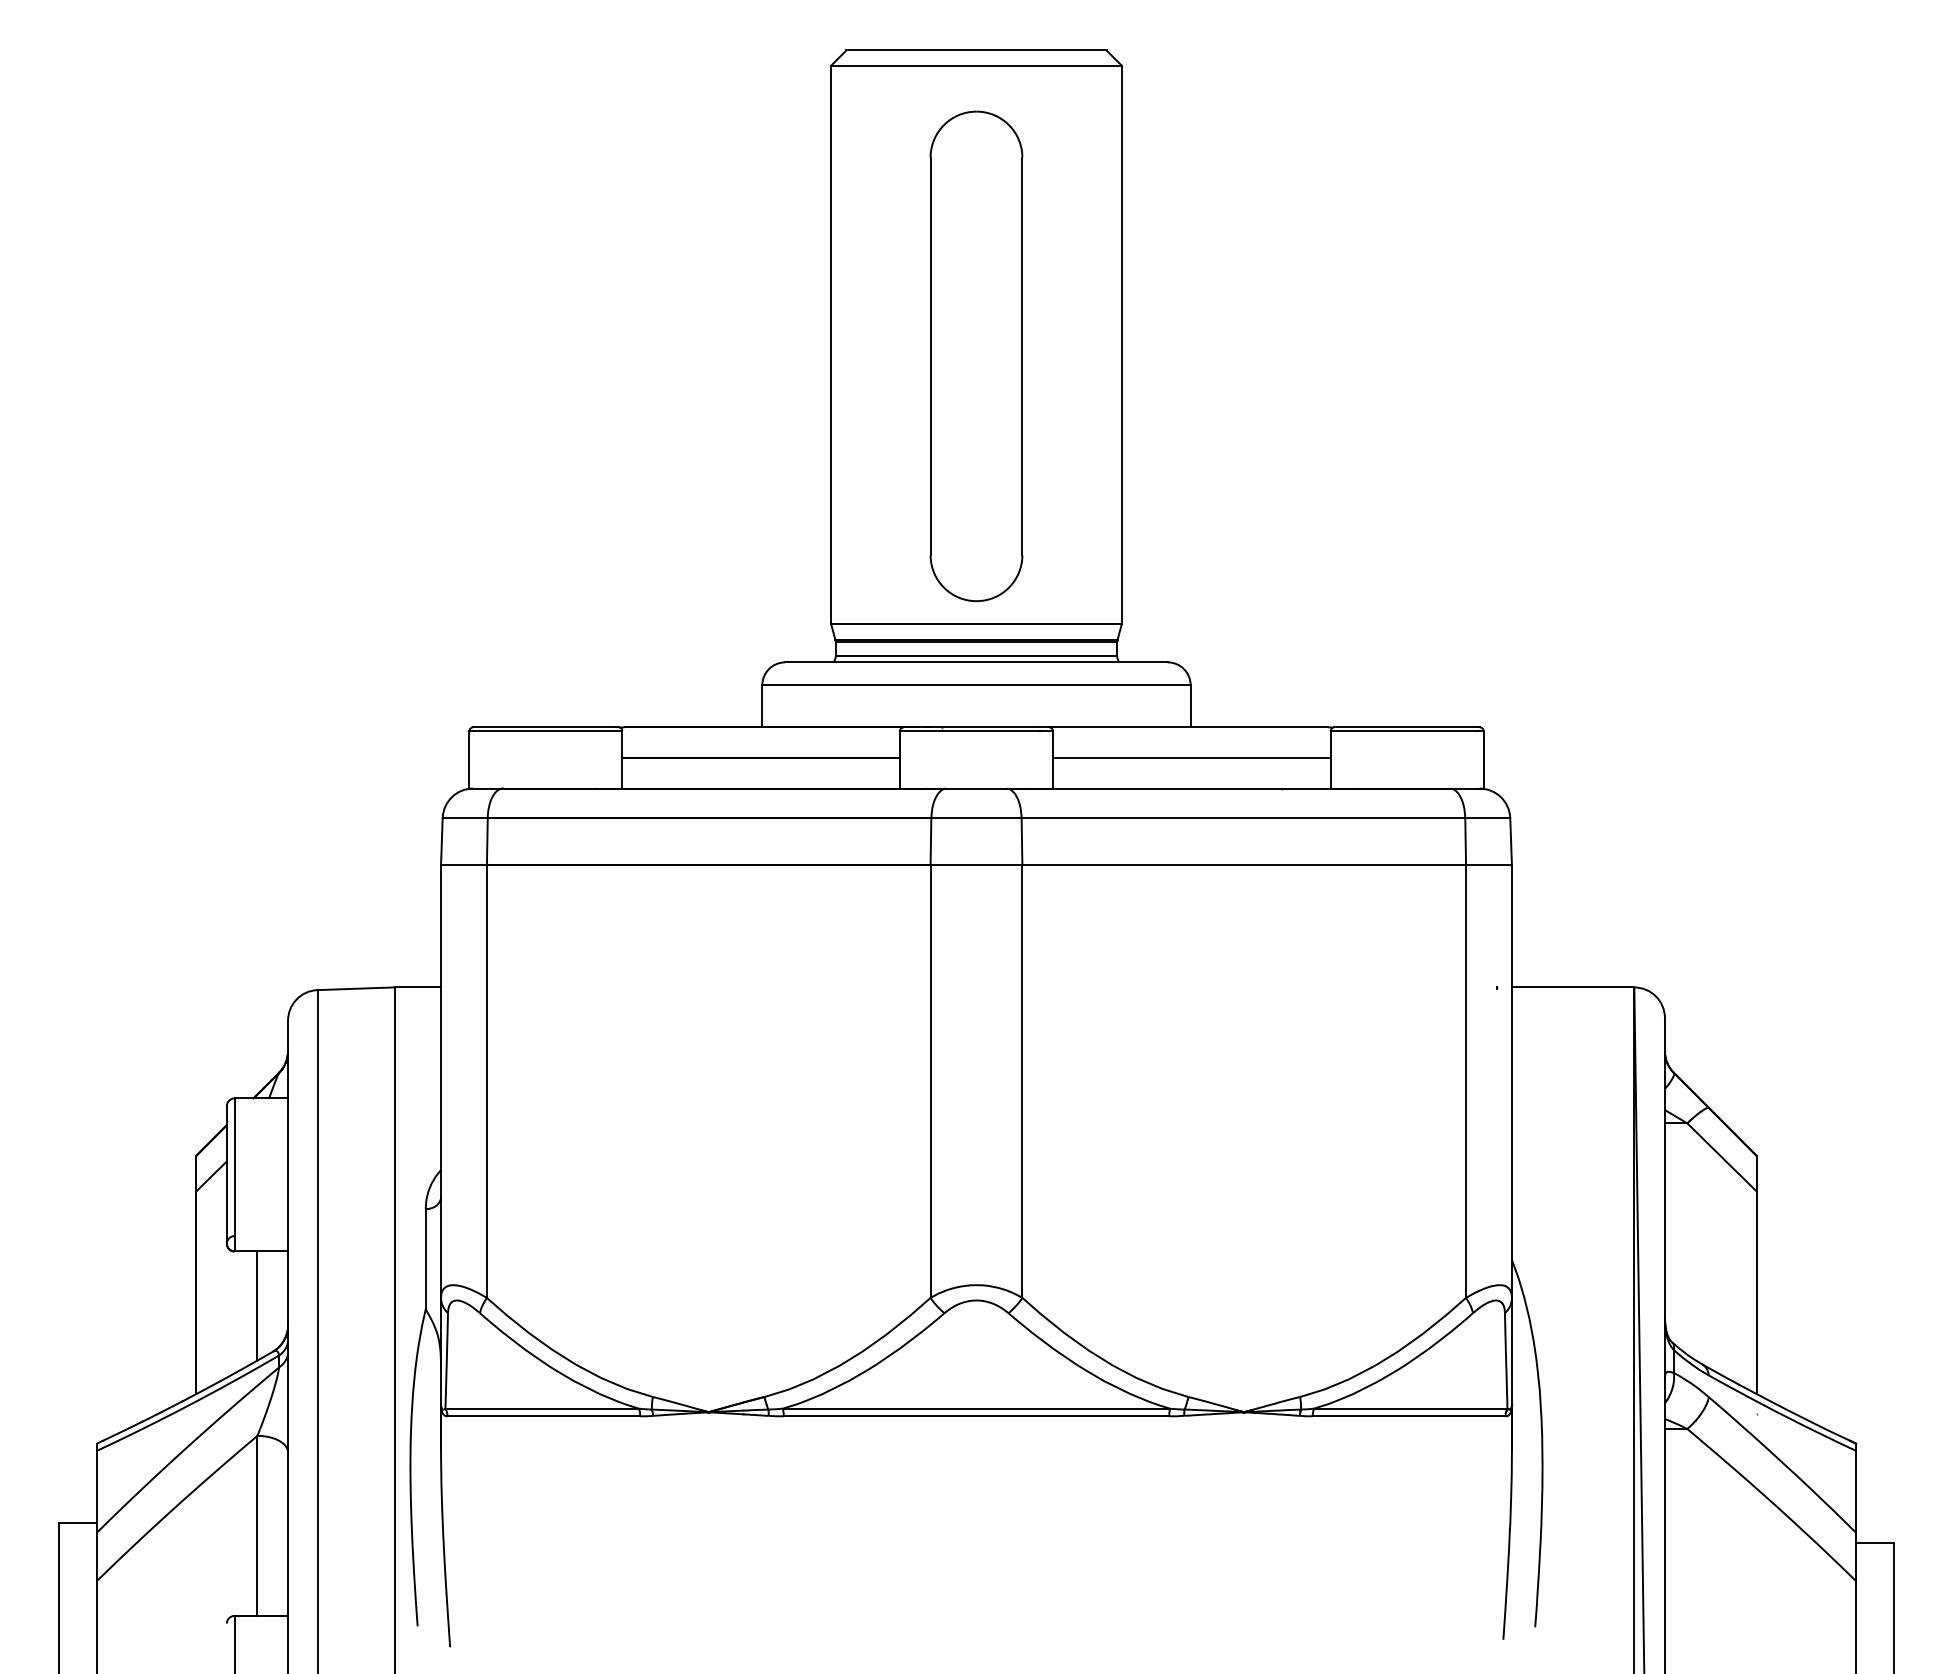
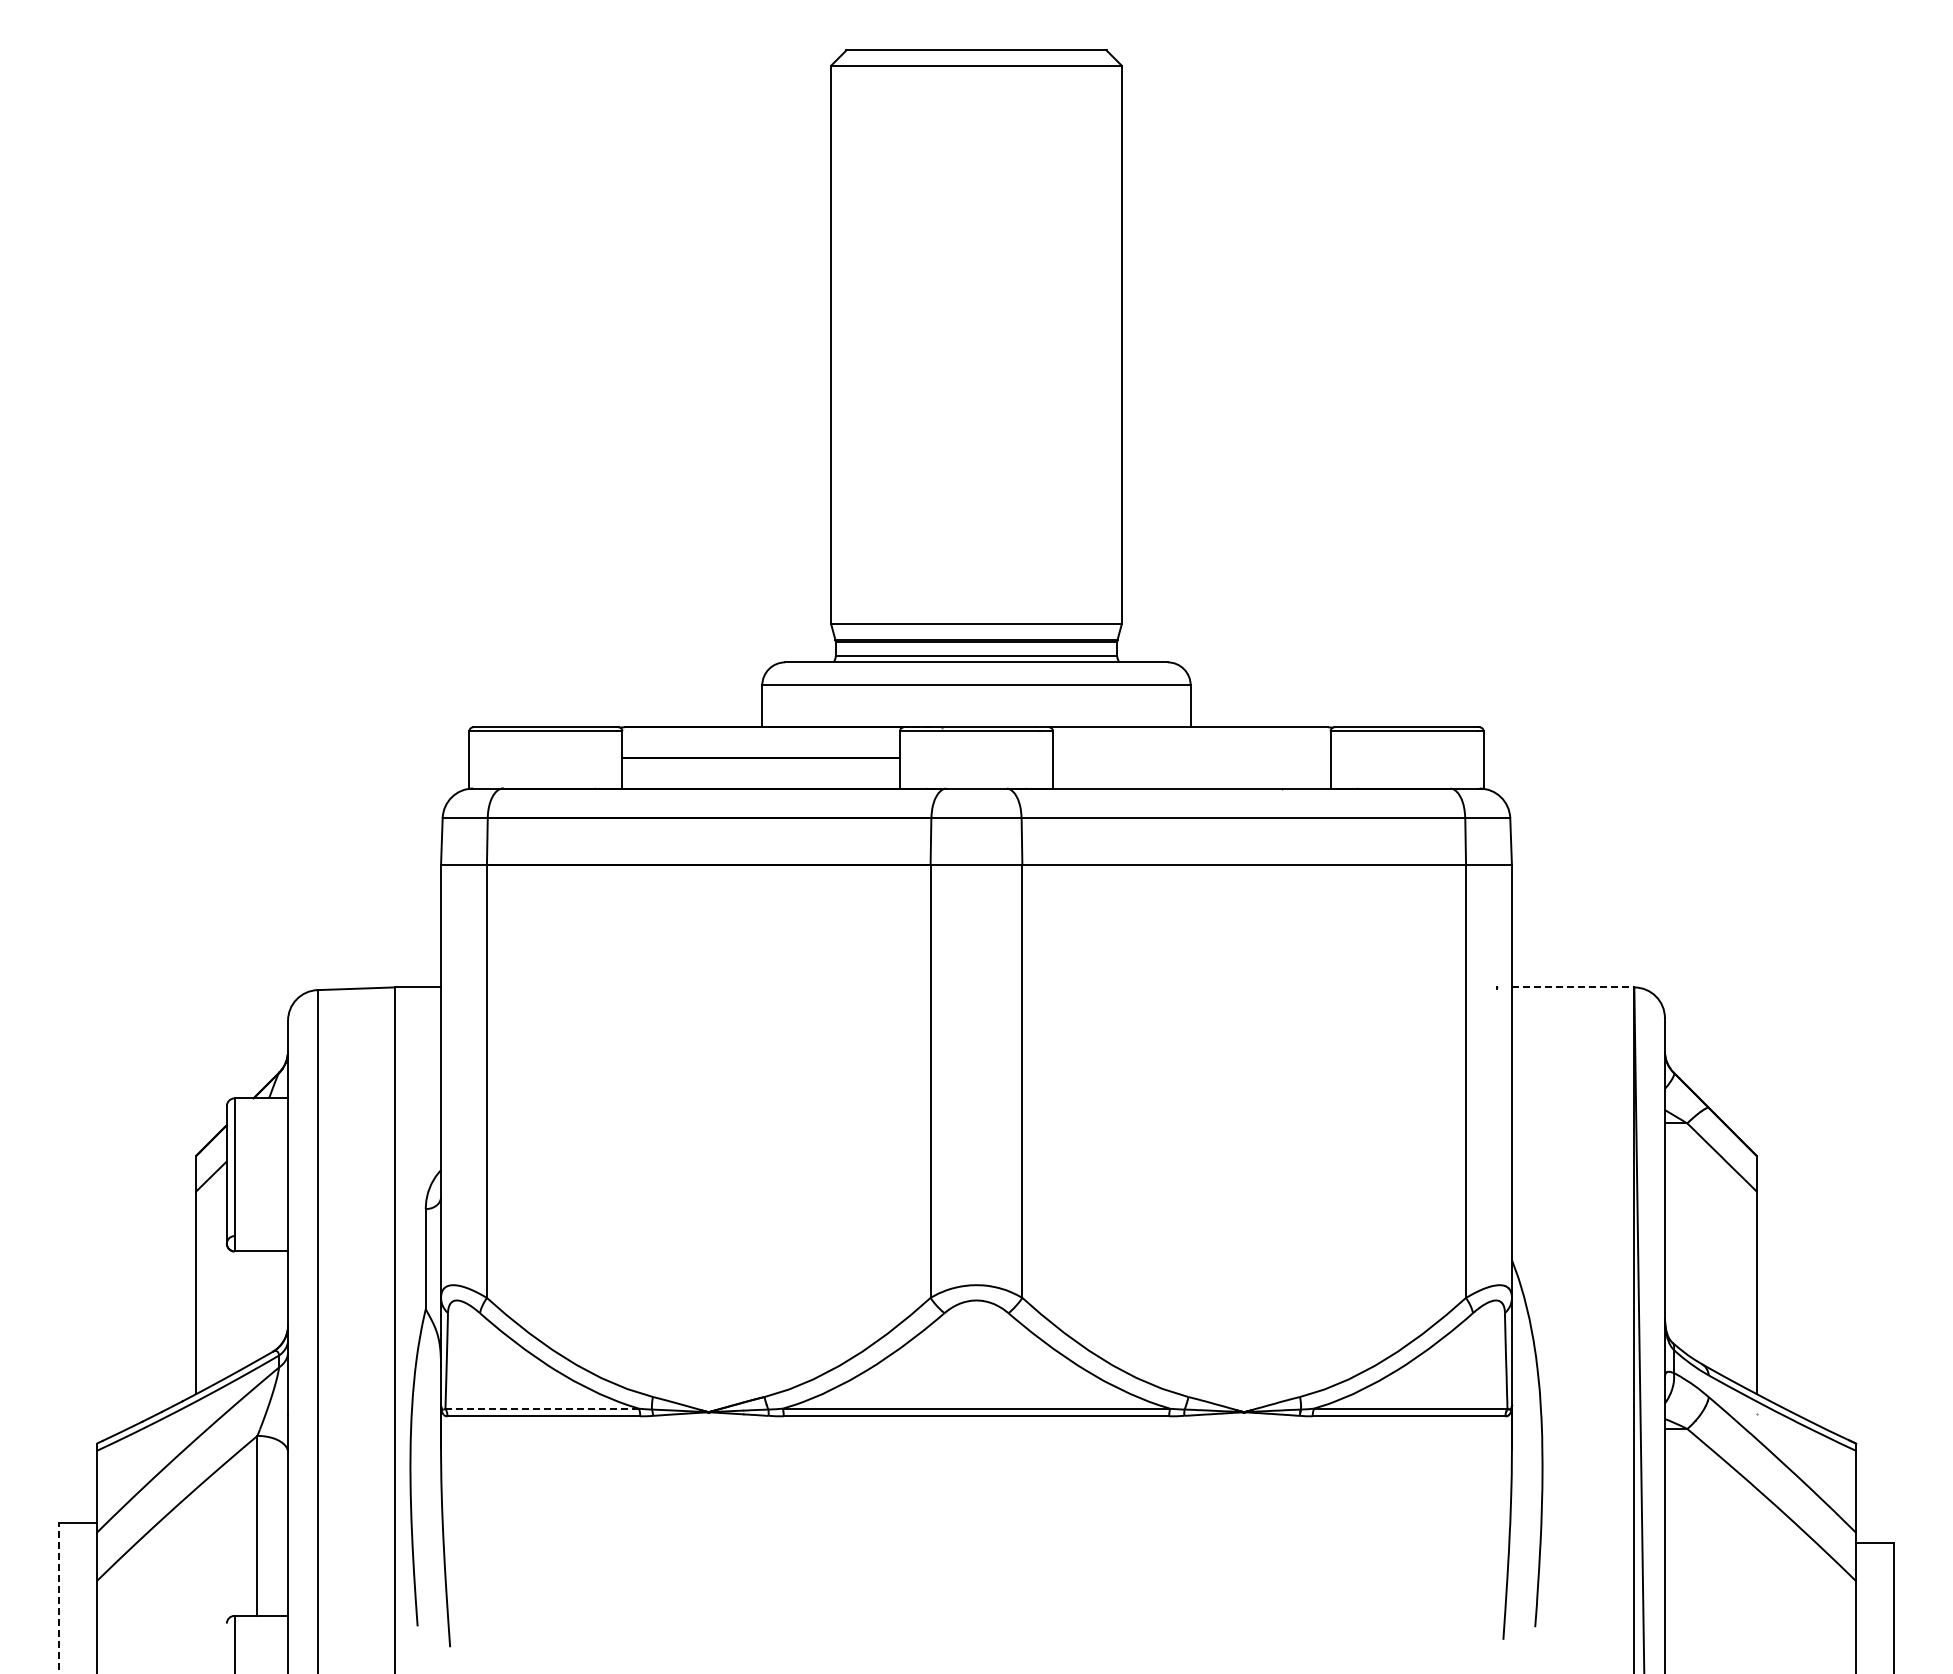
part at (976, 356): present -> none
line at (1191, 757): present -> none
line at (1573, 987): solid -> dashed
line at (257, 1305): present -> none
line at (542, 1408): solid -> dashed
line at (58, 1597): solid -> dashed
